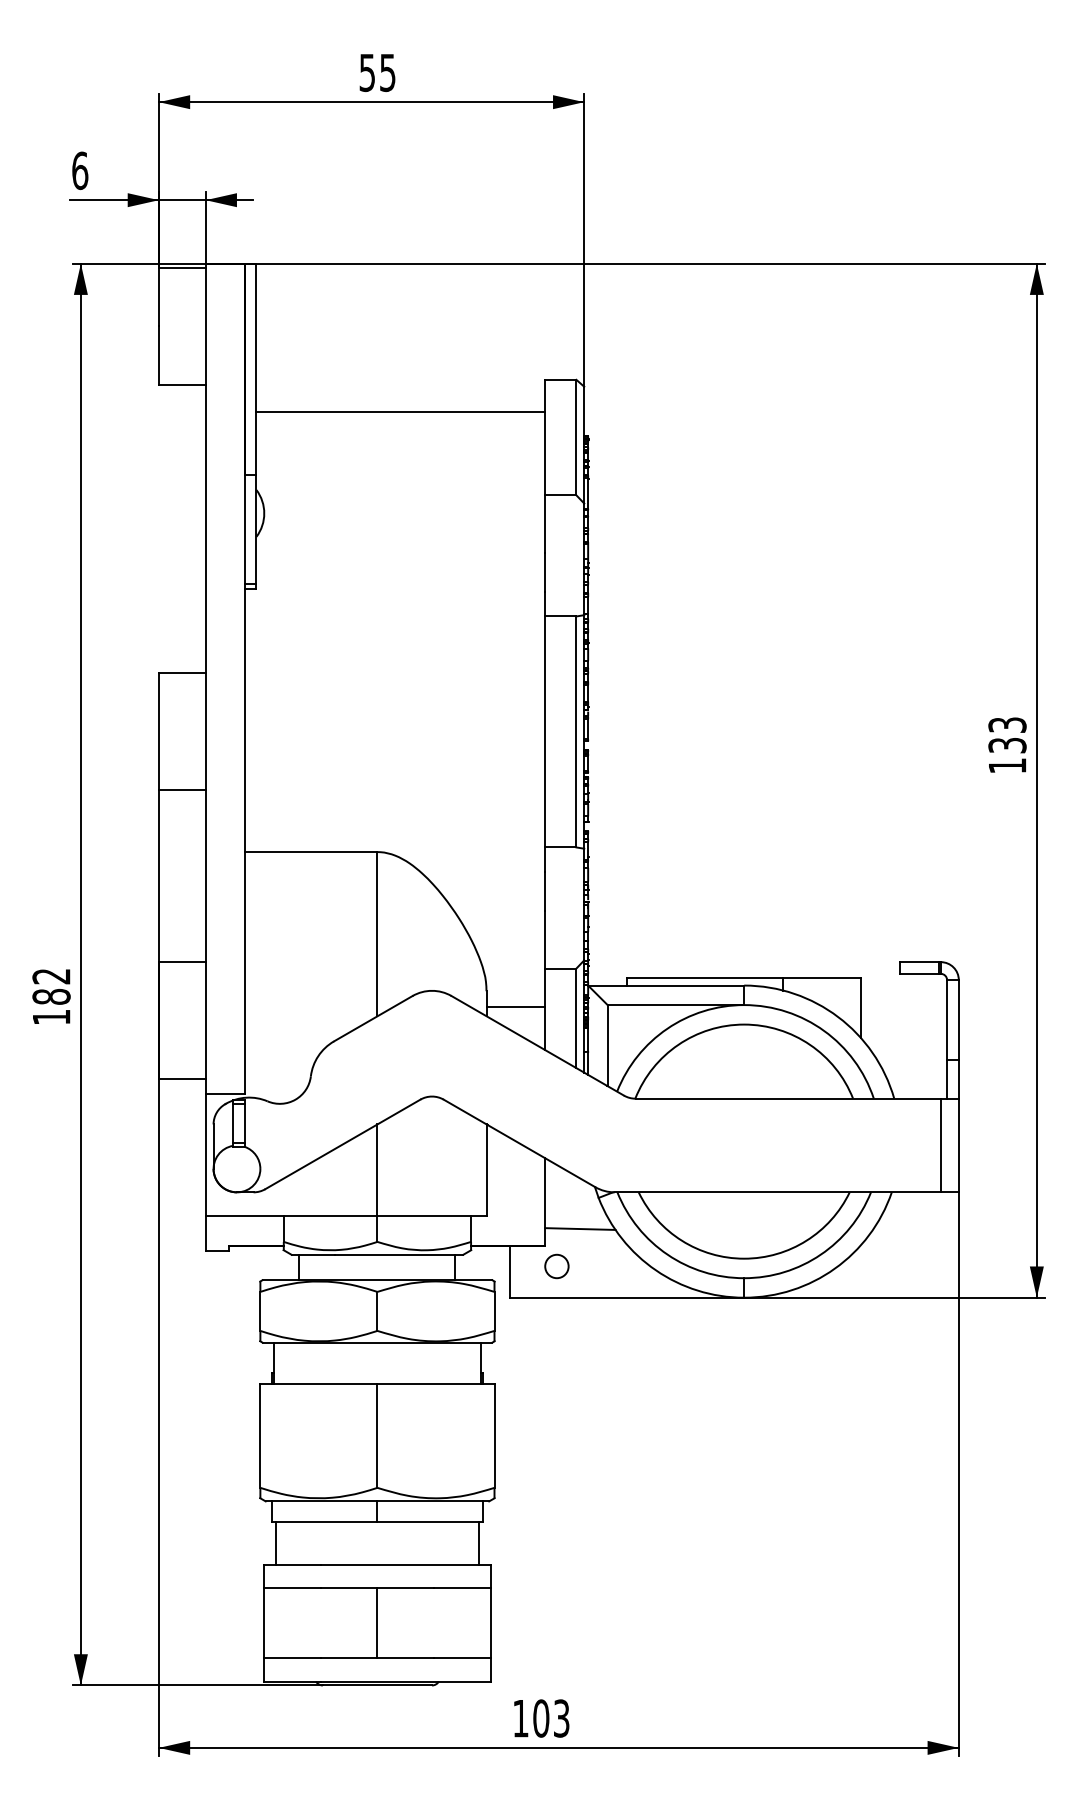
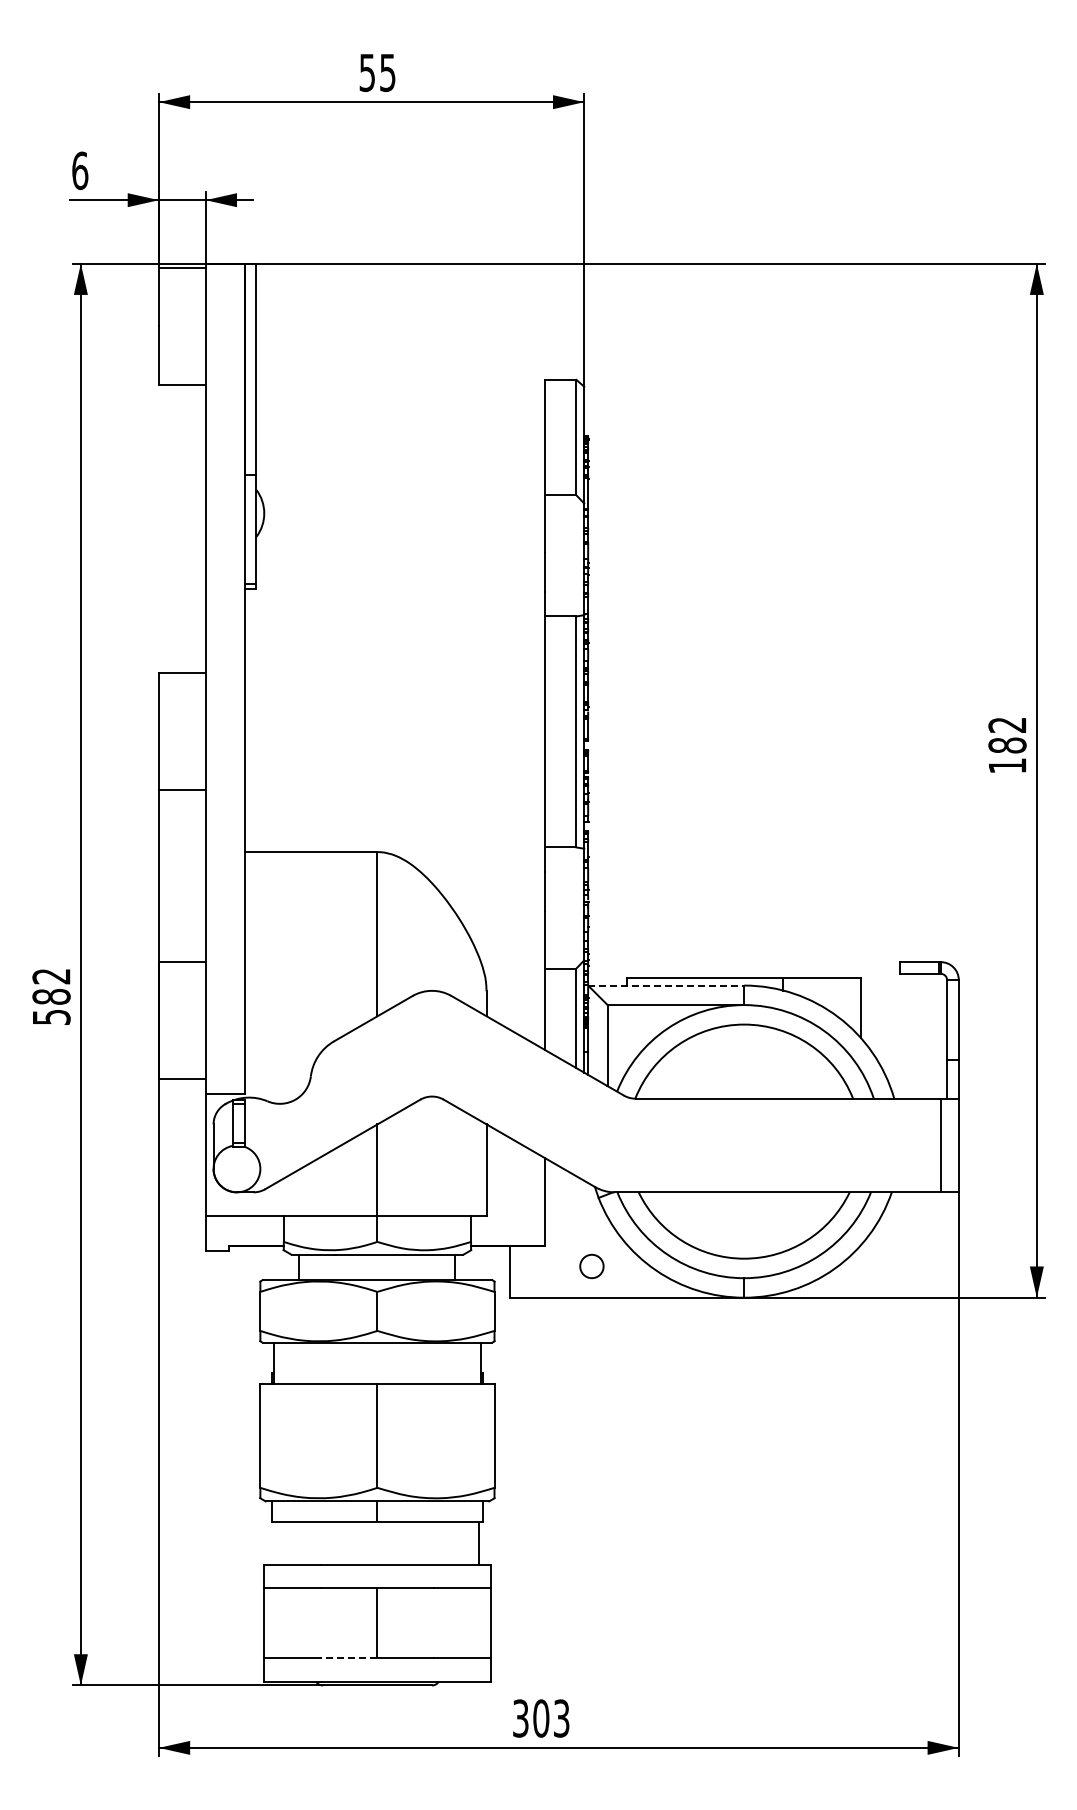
line at (400, 412): present -> none
text at (1007, 735): 133 -> 182
line at (666, 985): solid -> dashed
line at (515, 1006): present -> none
text at (51, 1017): 182 -> 582
line at (580, 1228): present -> none
circle at (556, 1266) position: (556, 1266) -> (591, 1266)
line at (276, 1542): present -> none
line at (348, 1658): solid -> dashed
text at (520, 1718): 103 -> 303
